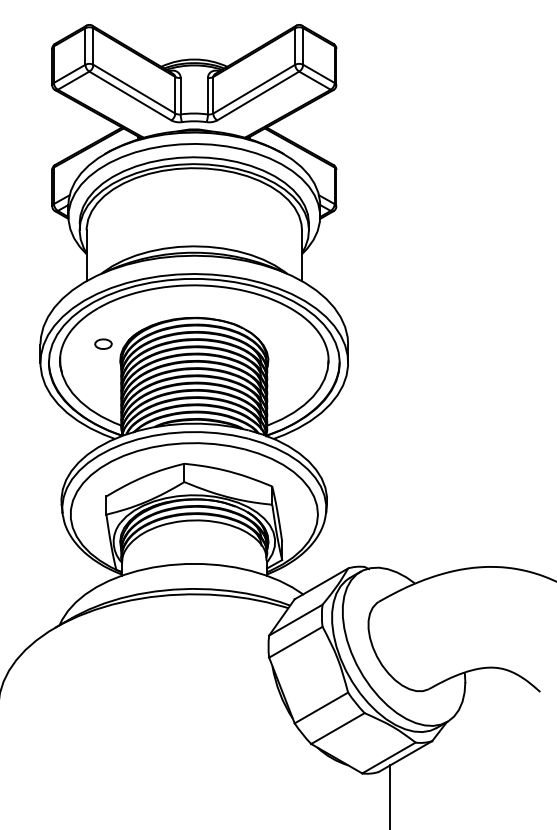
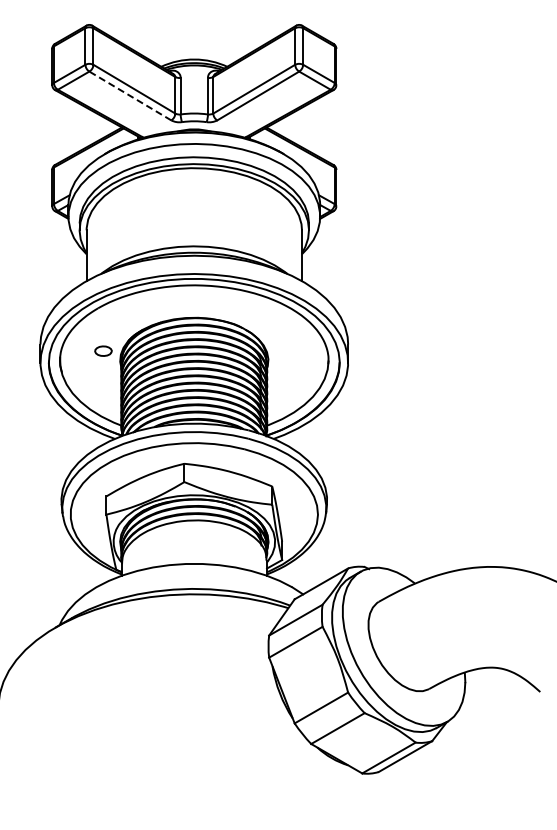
line at (130, 96): solid -> dashed
part at (103, 343) position: (103, 343) -> (103, 350)
line at (390, 795): present -> none
